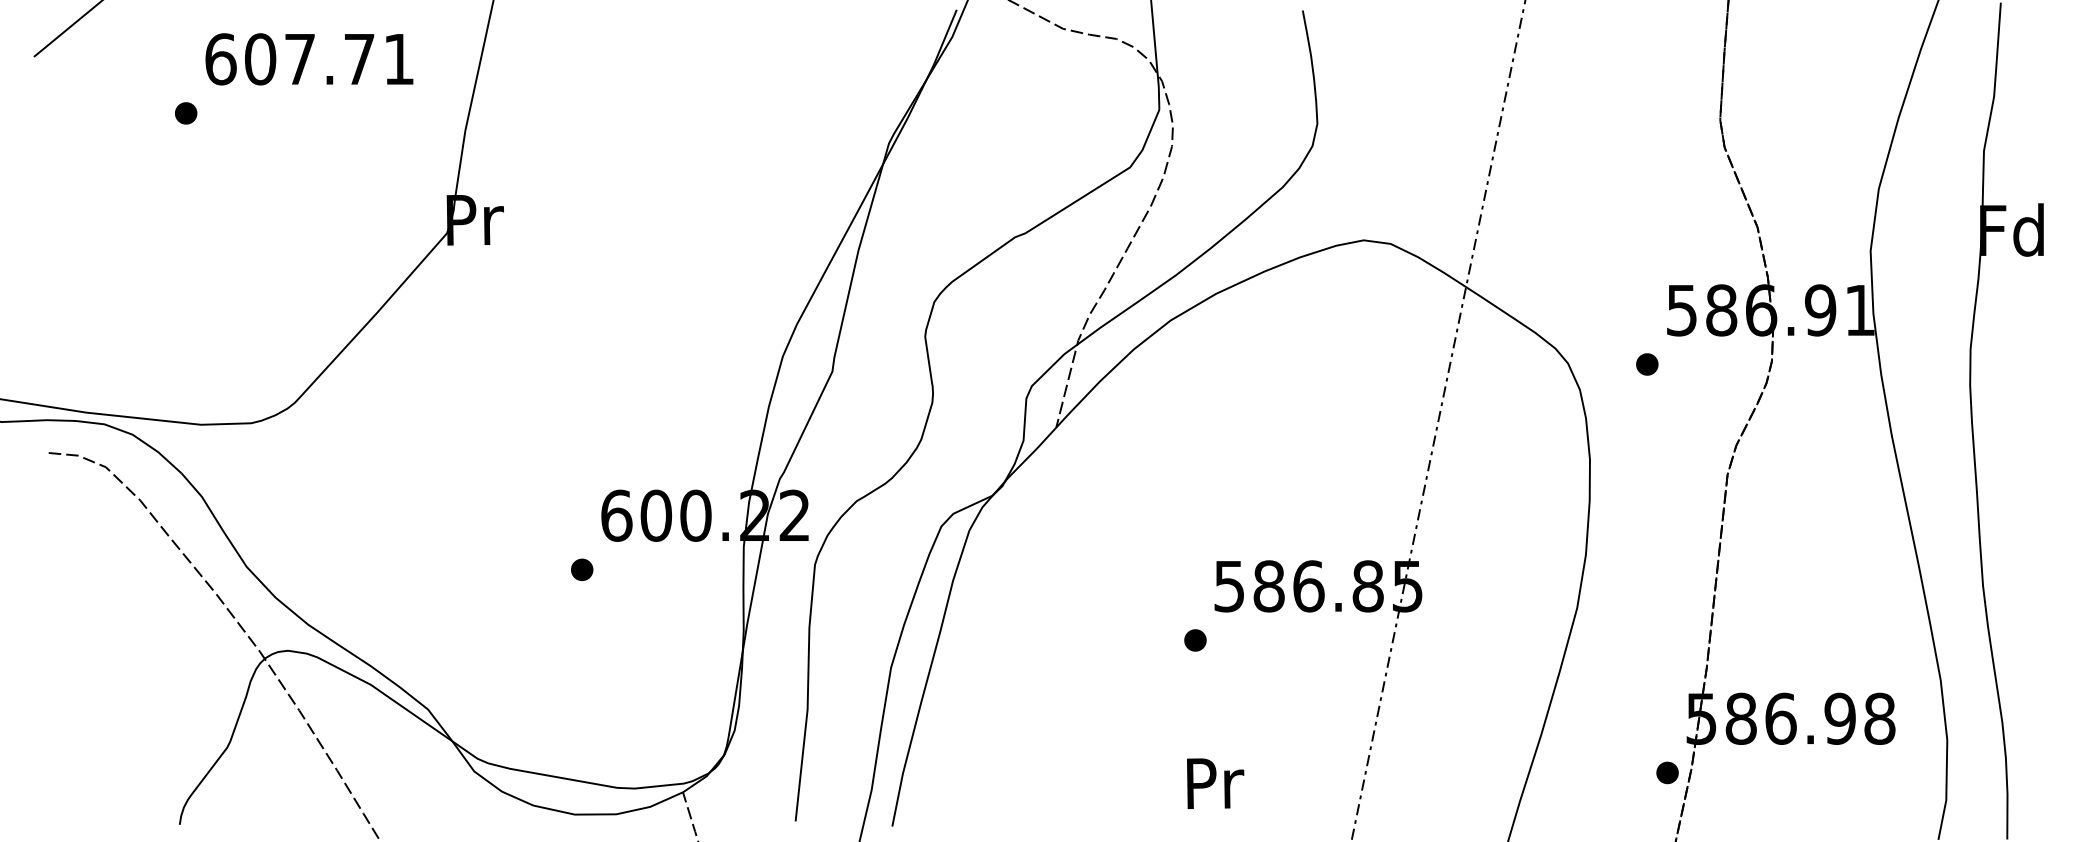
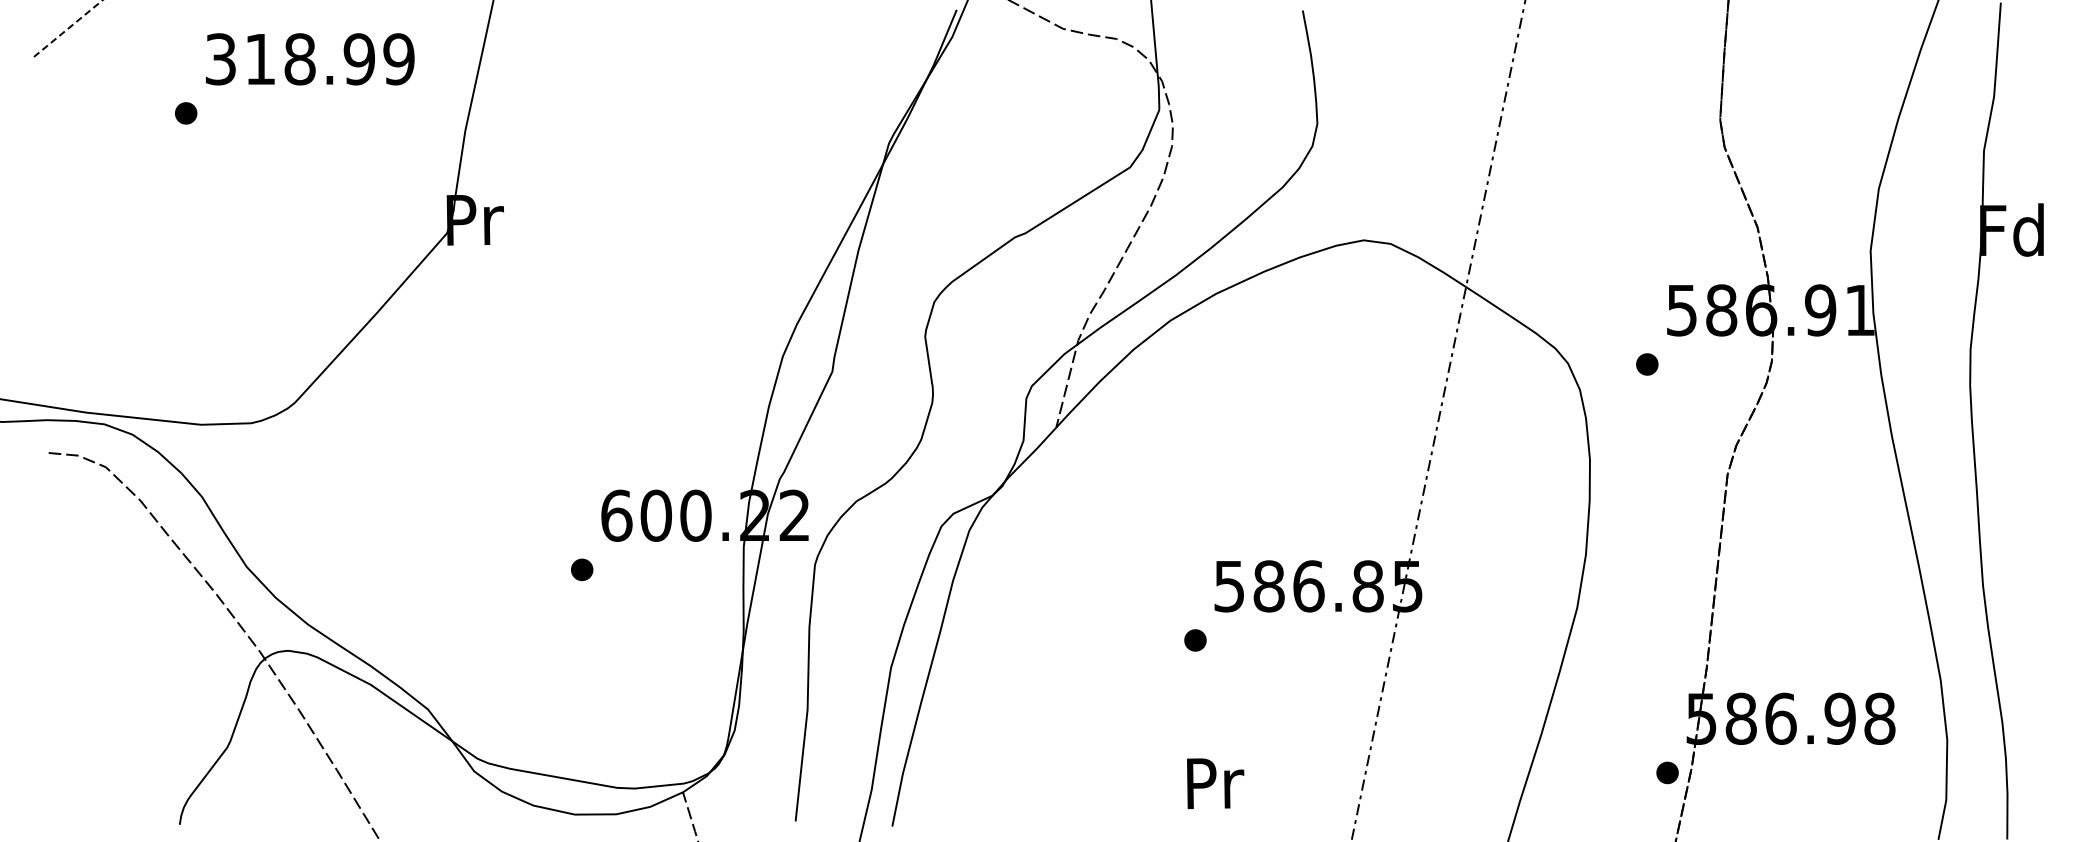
line at (68, 28): solid -> dashed
text at (309, 59): 607.71 -> 318.99
